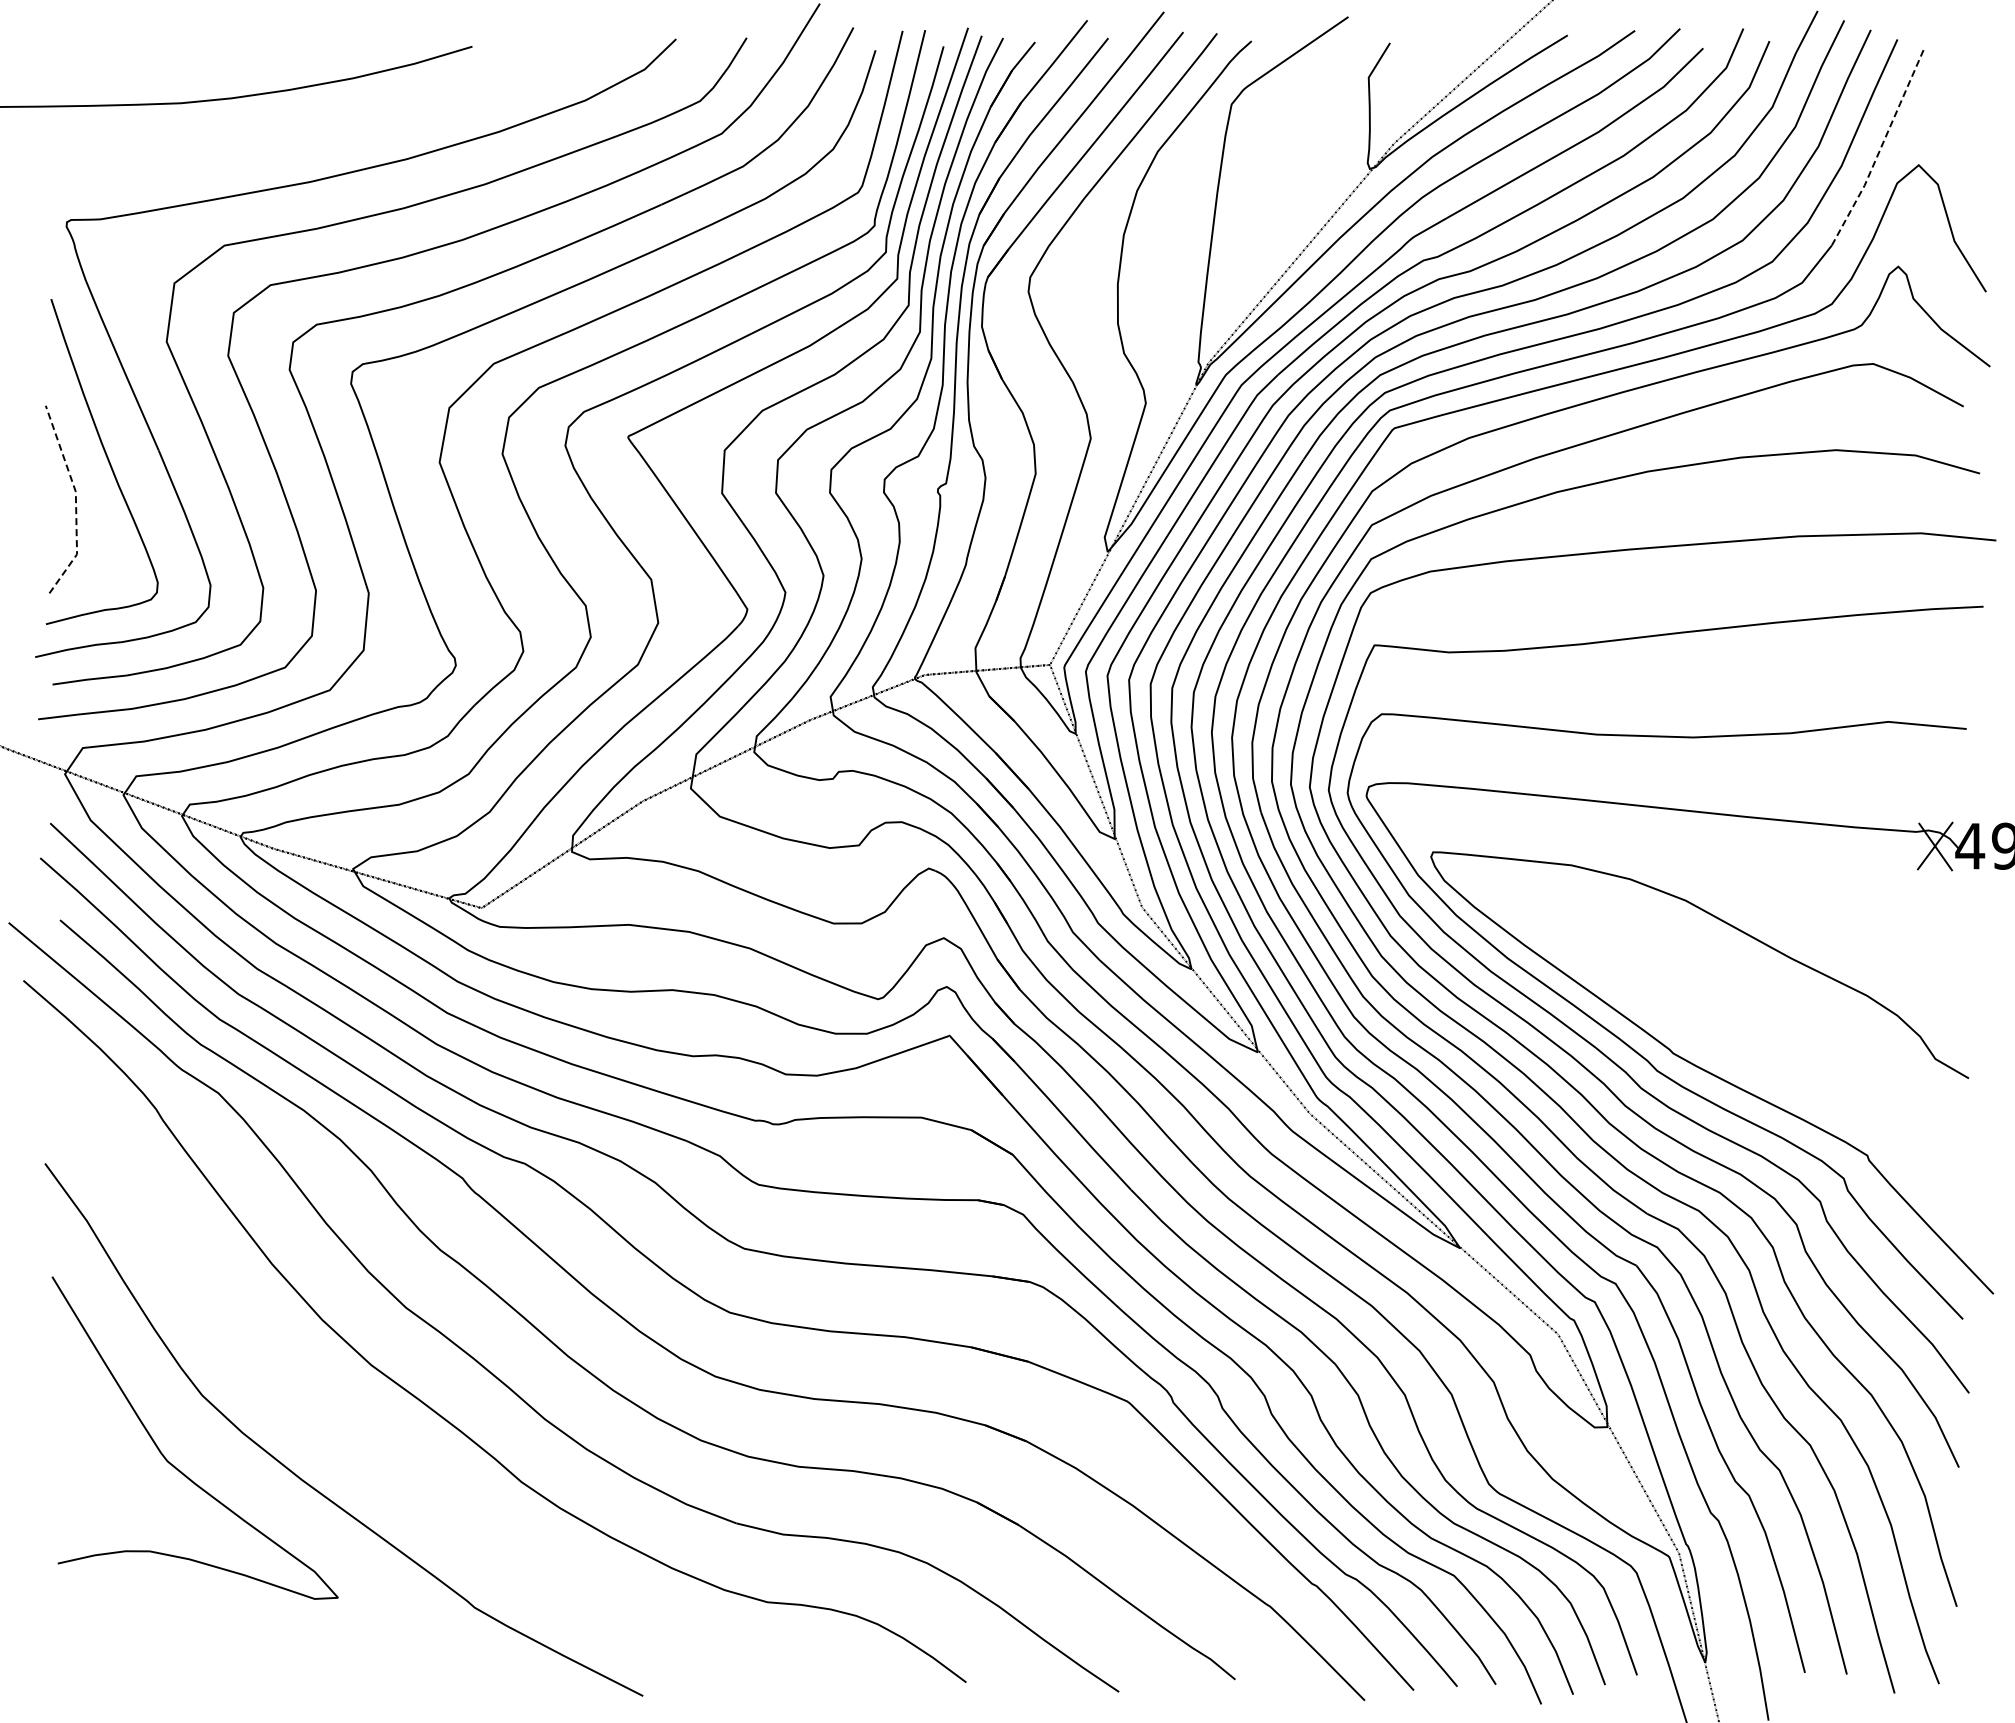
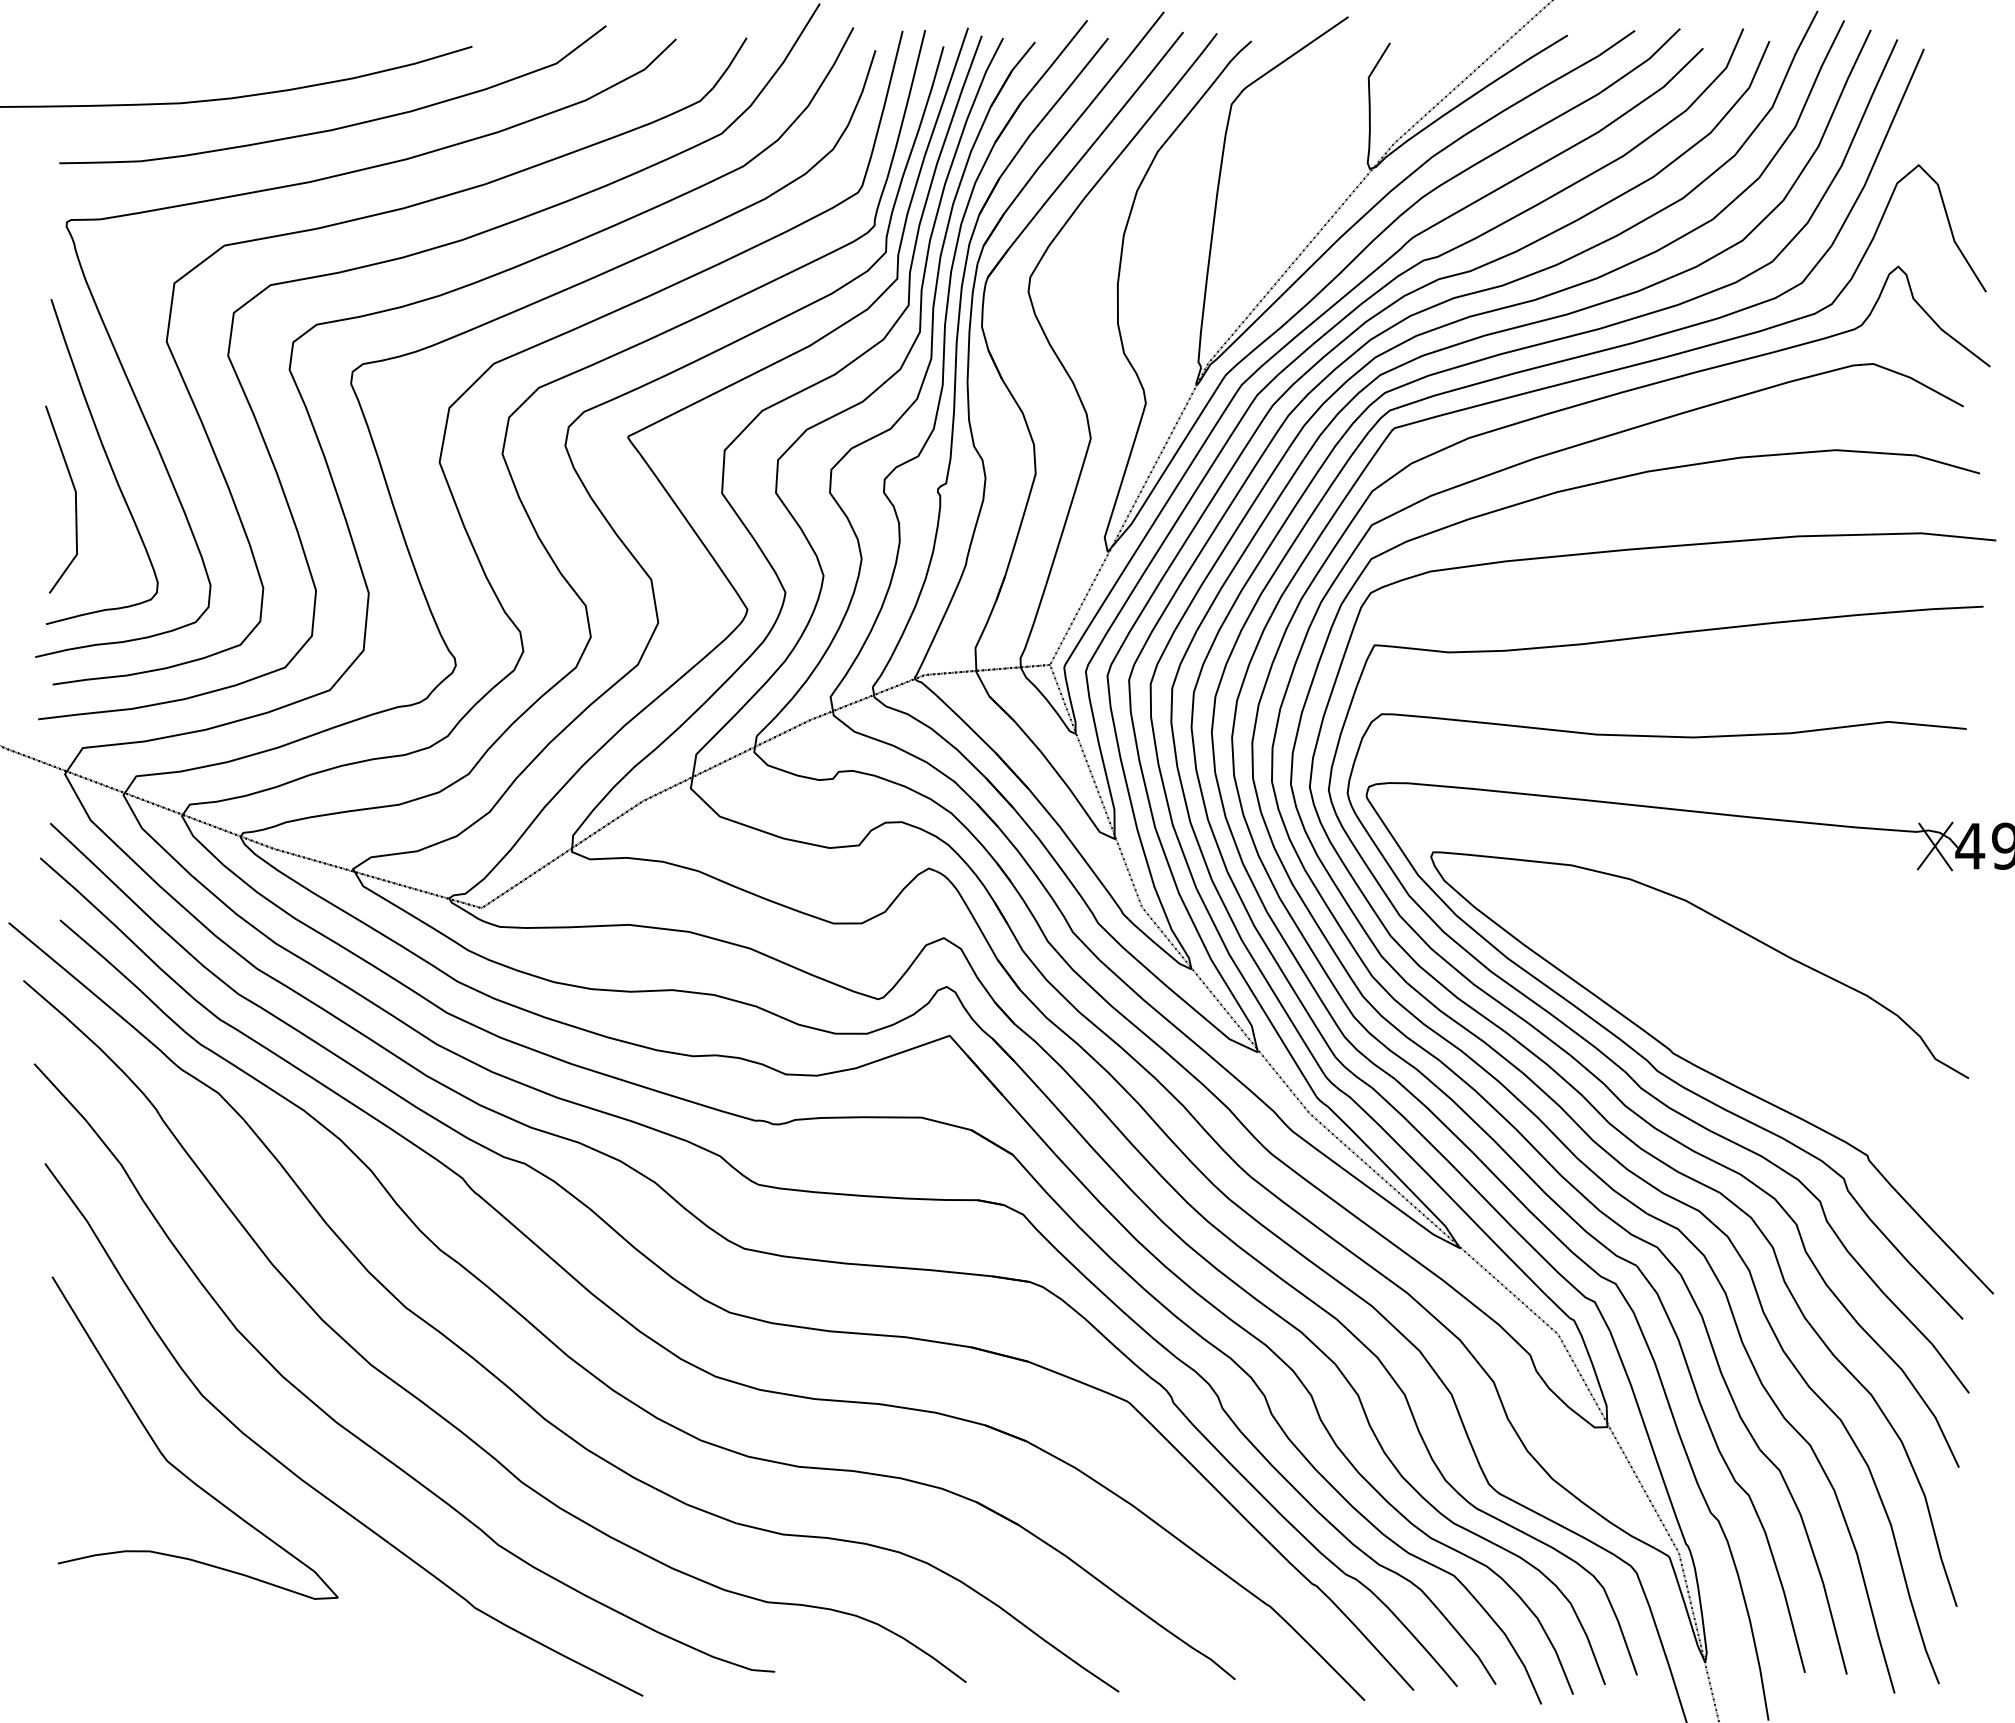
curve at (337, 127): none -> present
line at (1880, 148): dashed -> solid
line at (76, 500): dashed -> solid
curve at (359, 1437): none -> present
